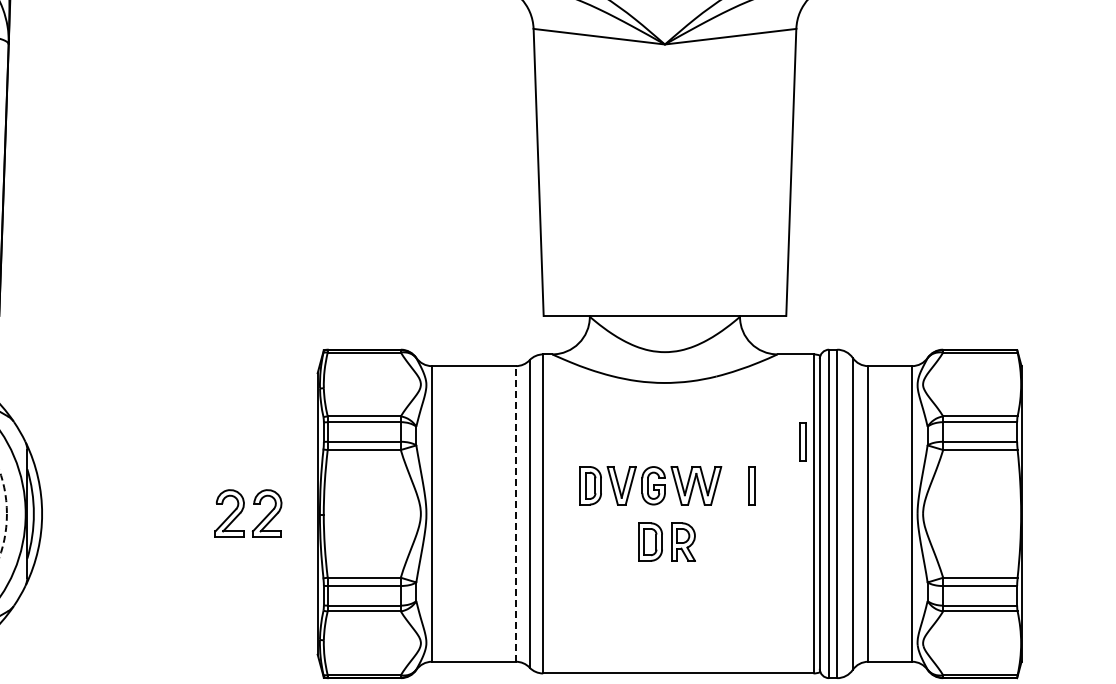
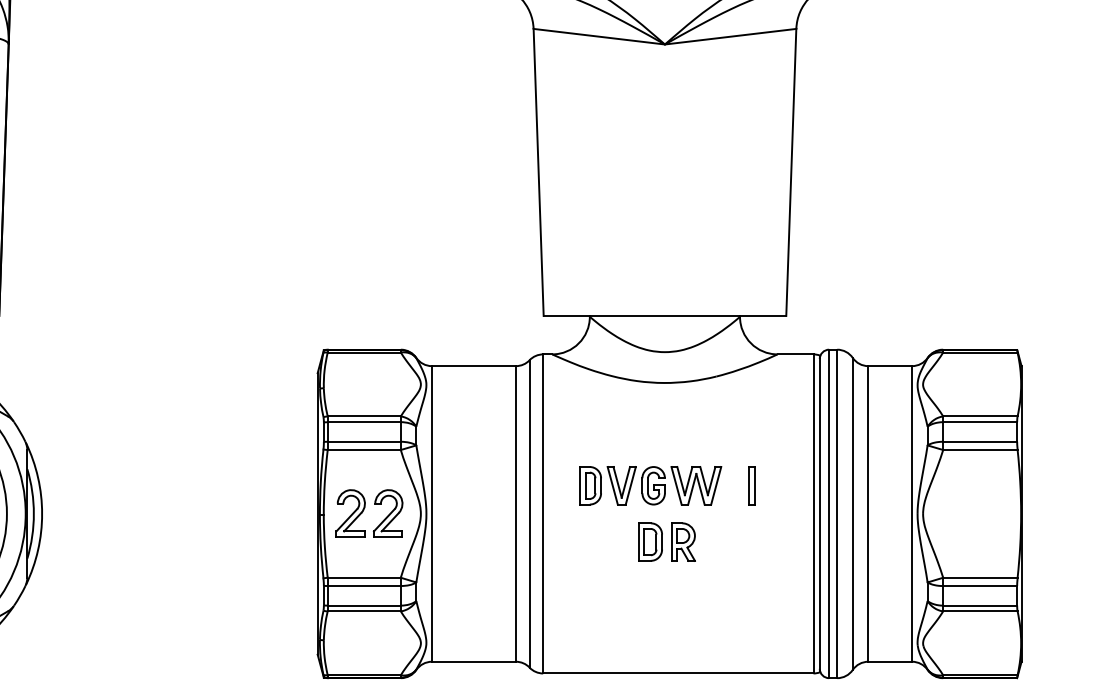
part at (802, 441): present -> none
circle at (3, 513): dashed -> solid
part at (248, 513) position: (248, 513) -> (369, 513)
line at (515, 513): dashed -> solid
